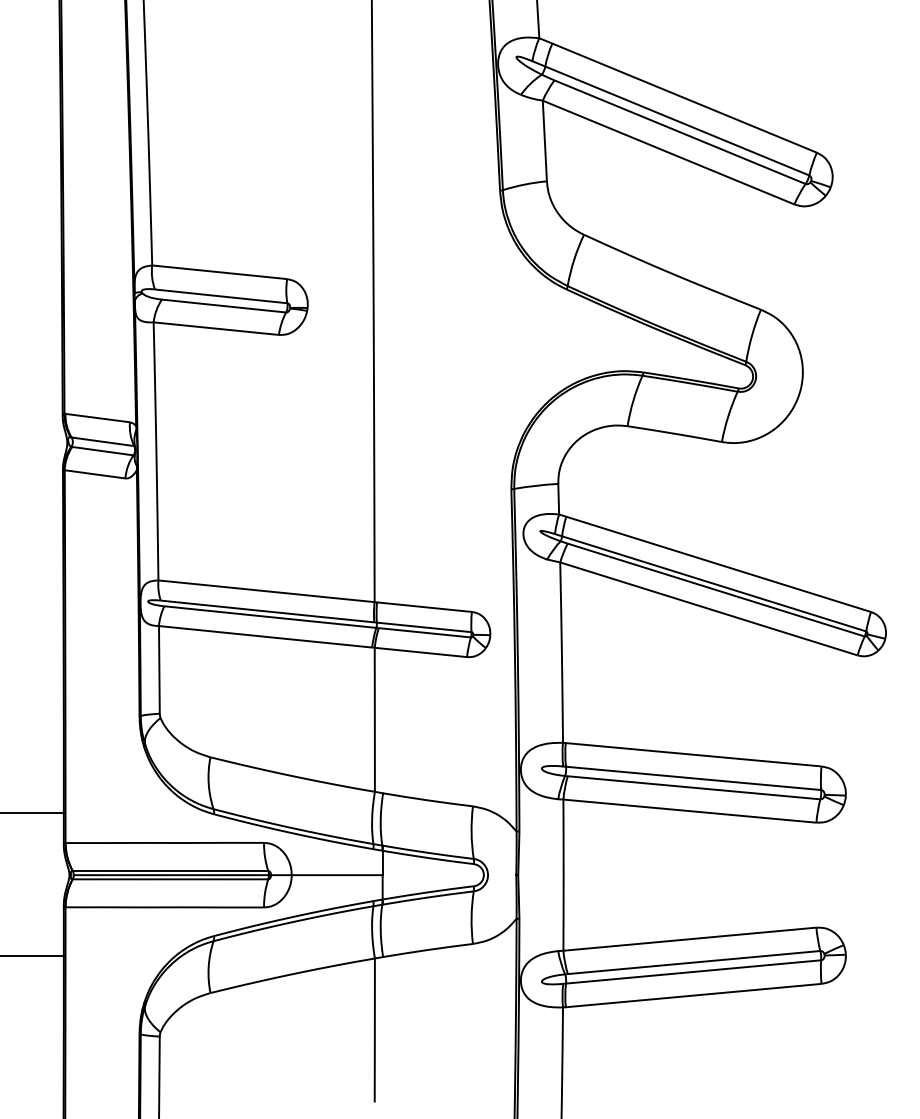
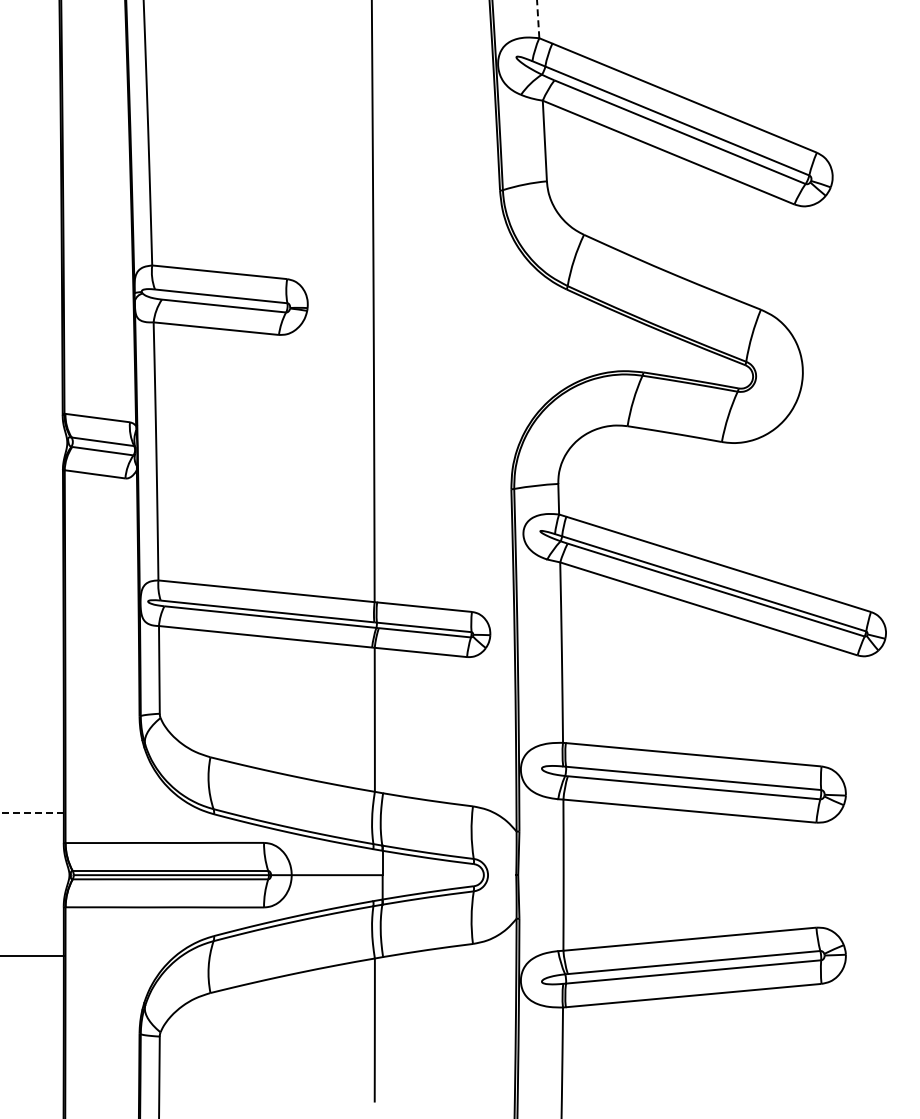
line at (538, 19): solid -> dashed
line at (32, 812): solid -> dashed
